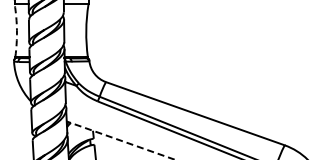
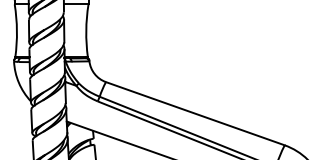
arc at (16, 30): dashed -> solid
line at (120, 140): dashed -> solid
